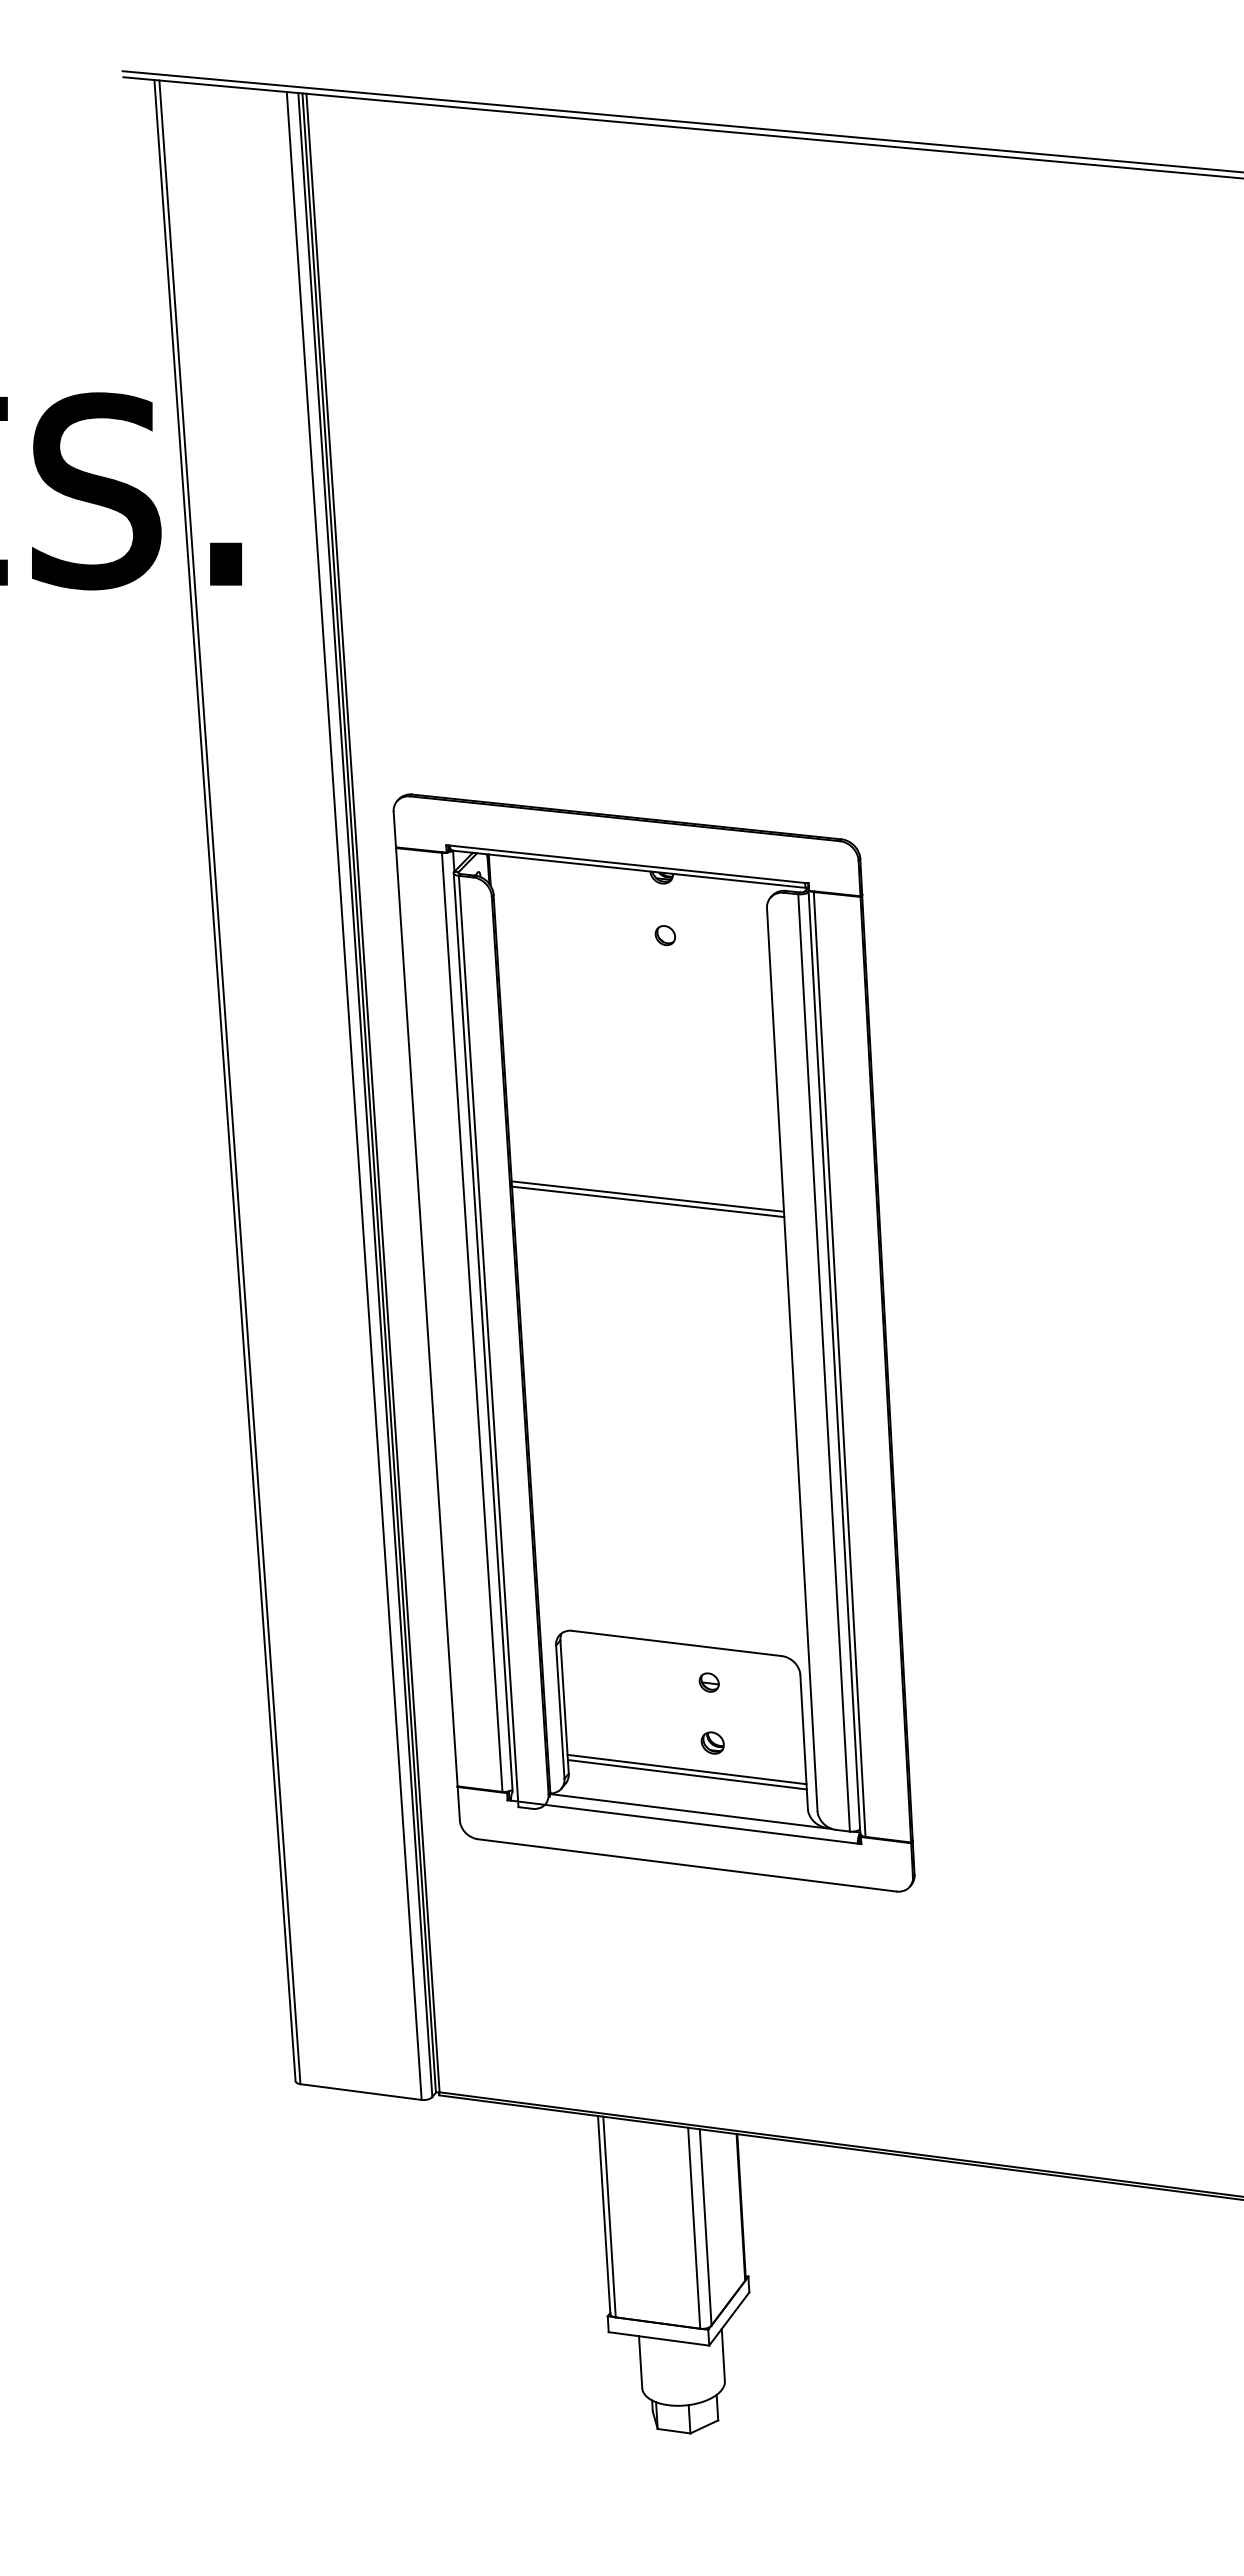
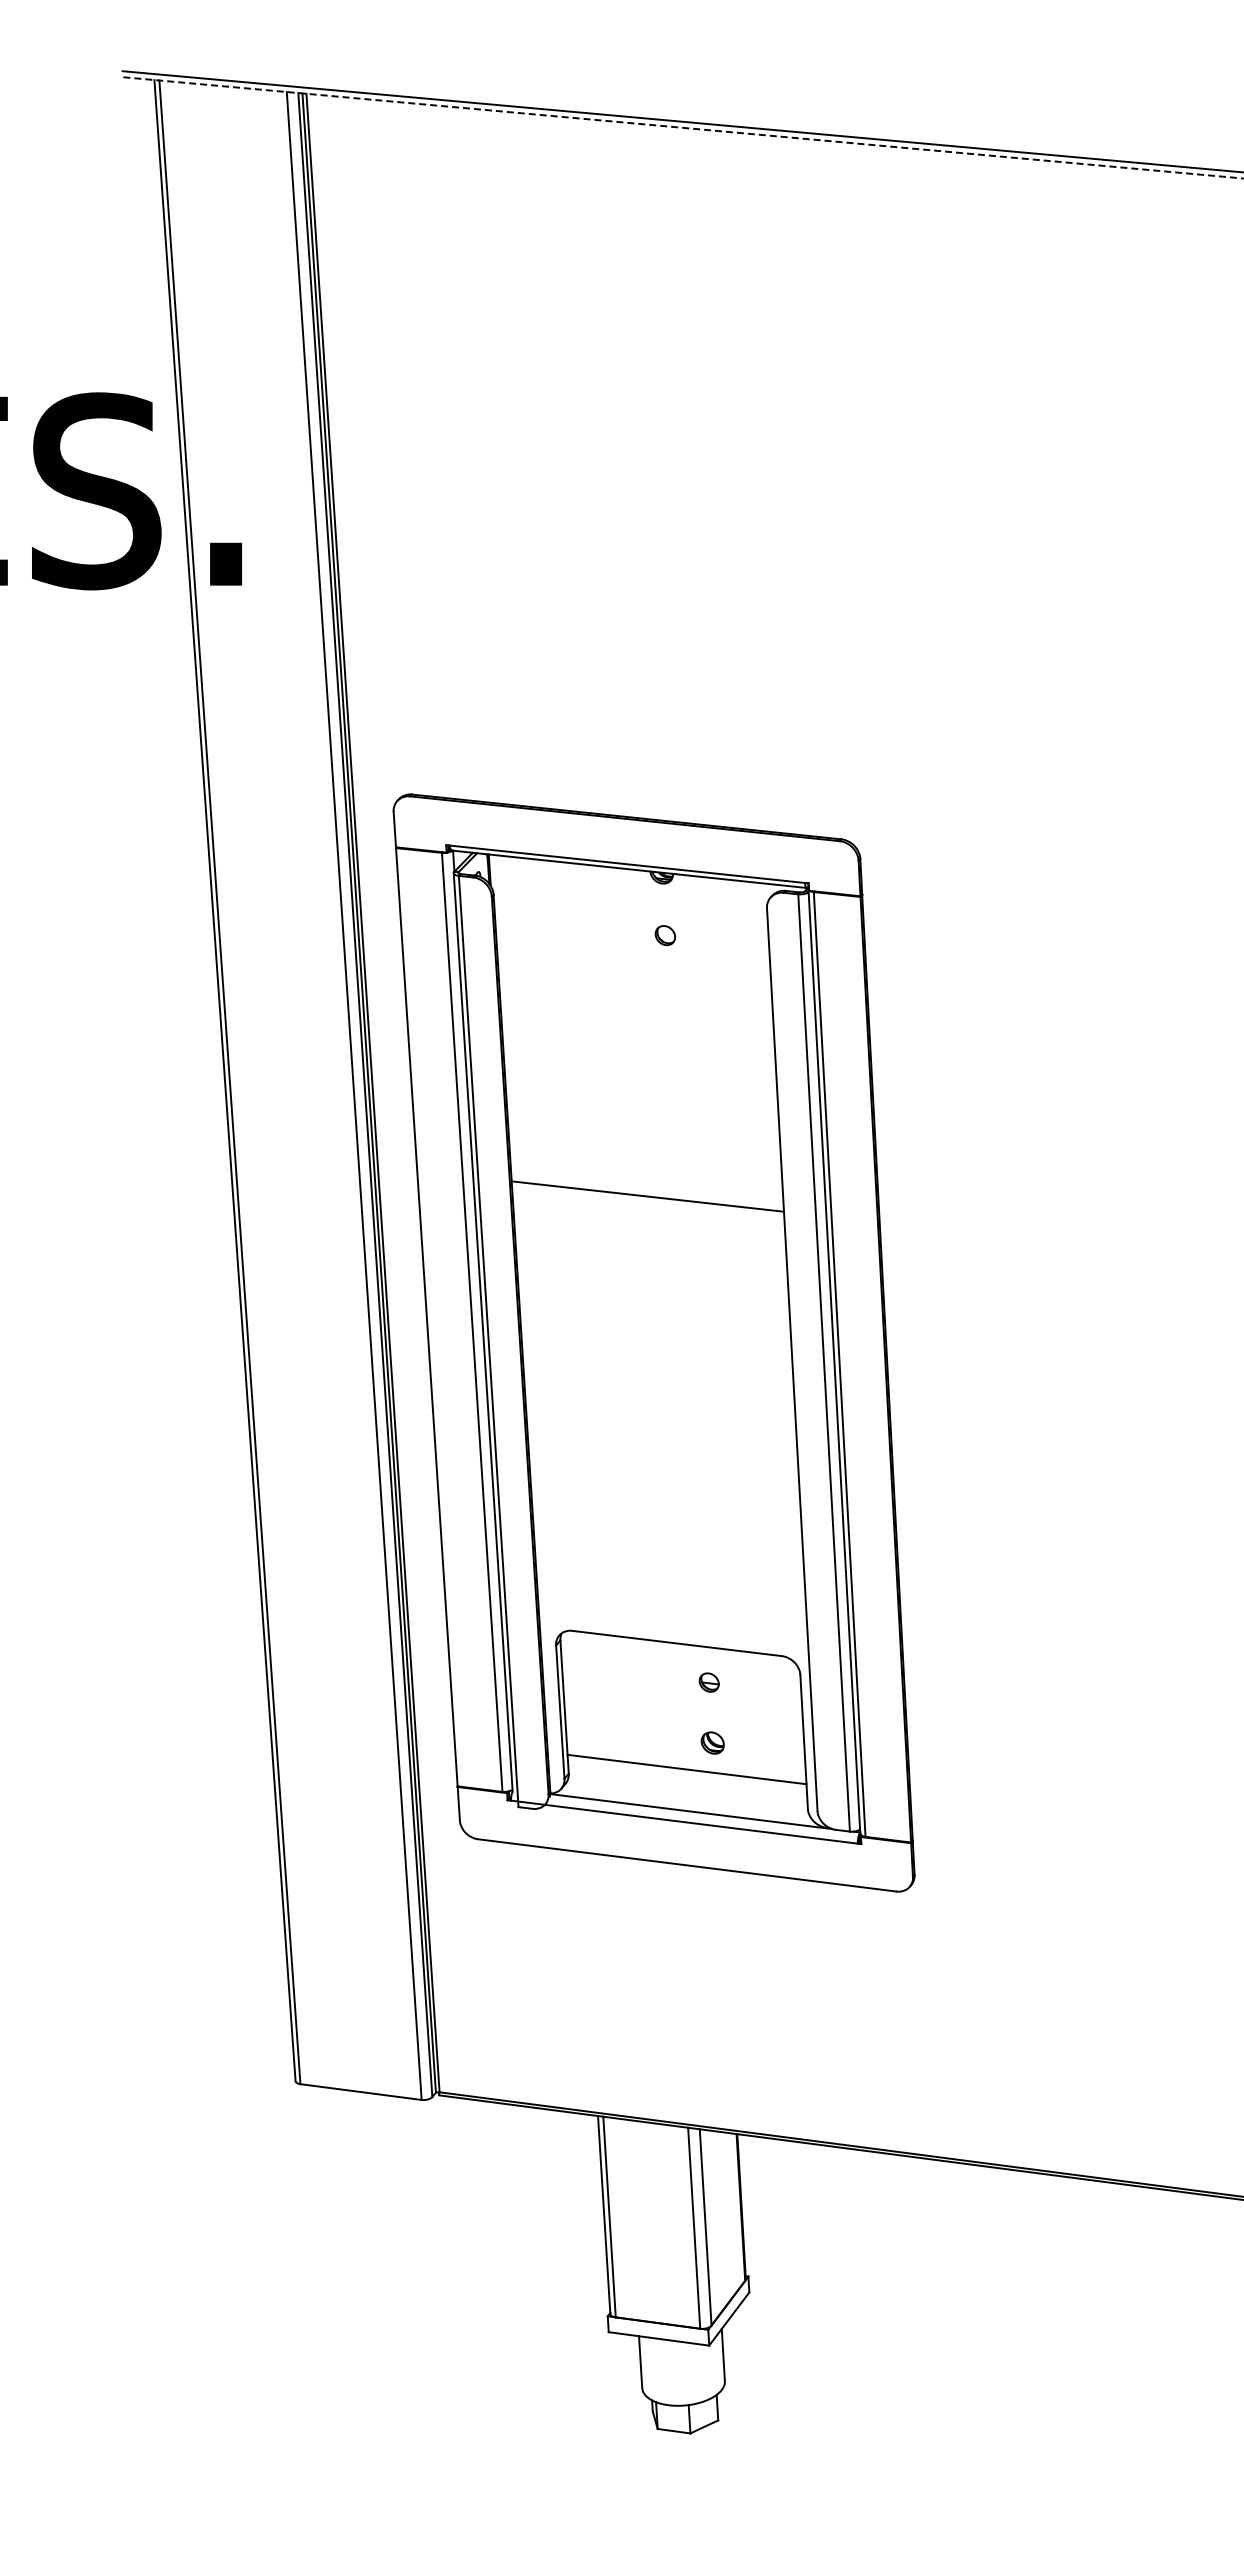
line at (683, 127): solid -> dashed
line at (648, 1201): present -> none
line at (686, 1774): present -> none
